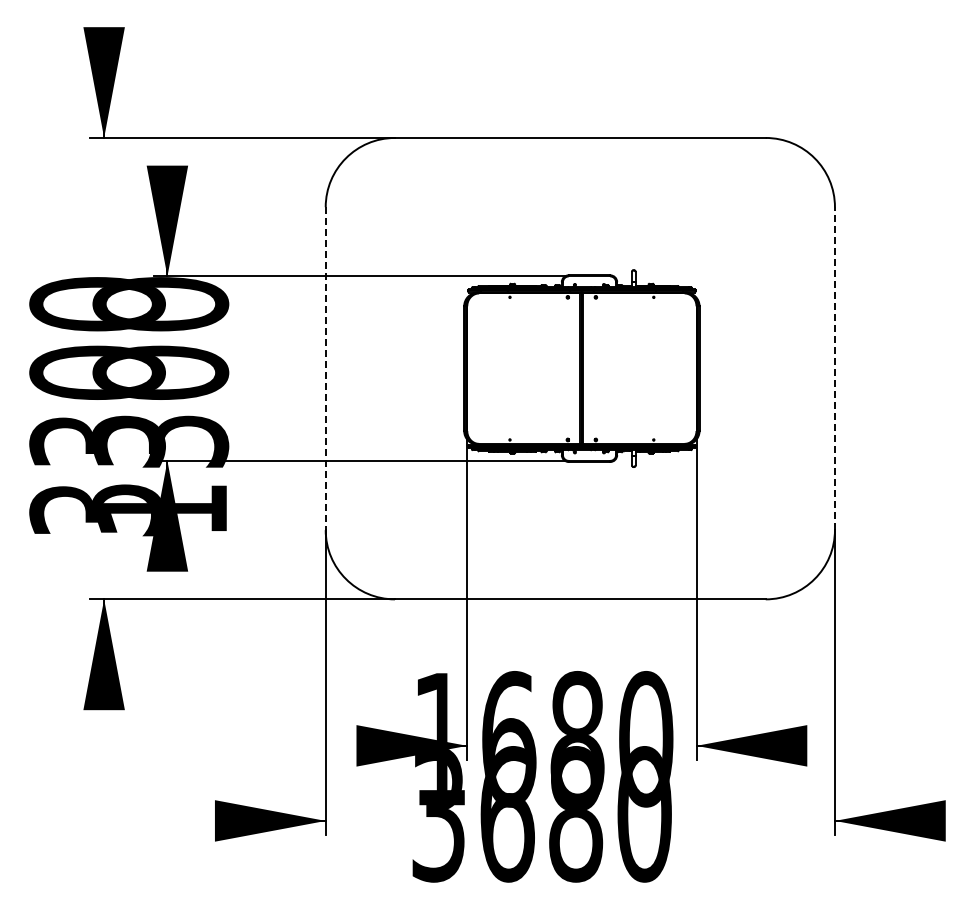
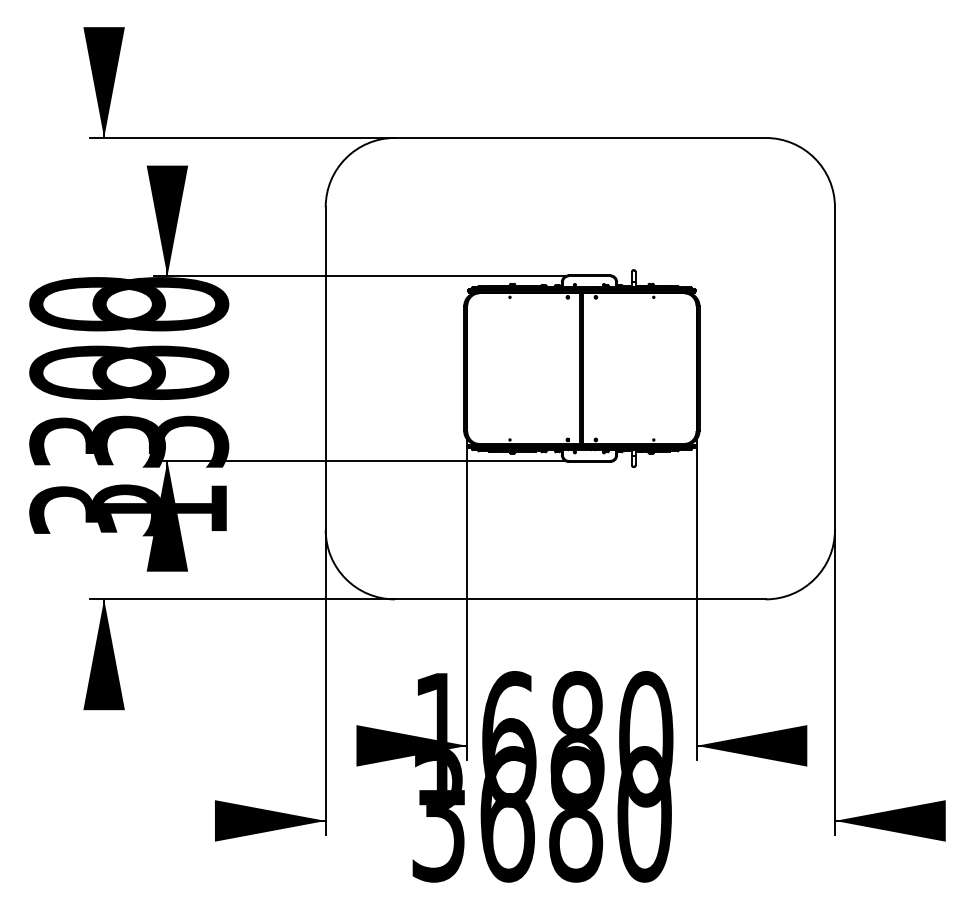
line at (834, 368): dashed -> solid
line at (325, 369): dashed -> solid
